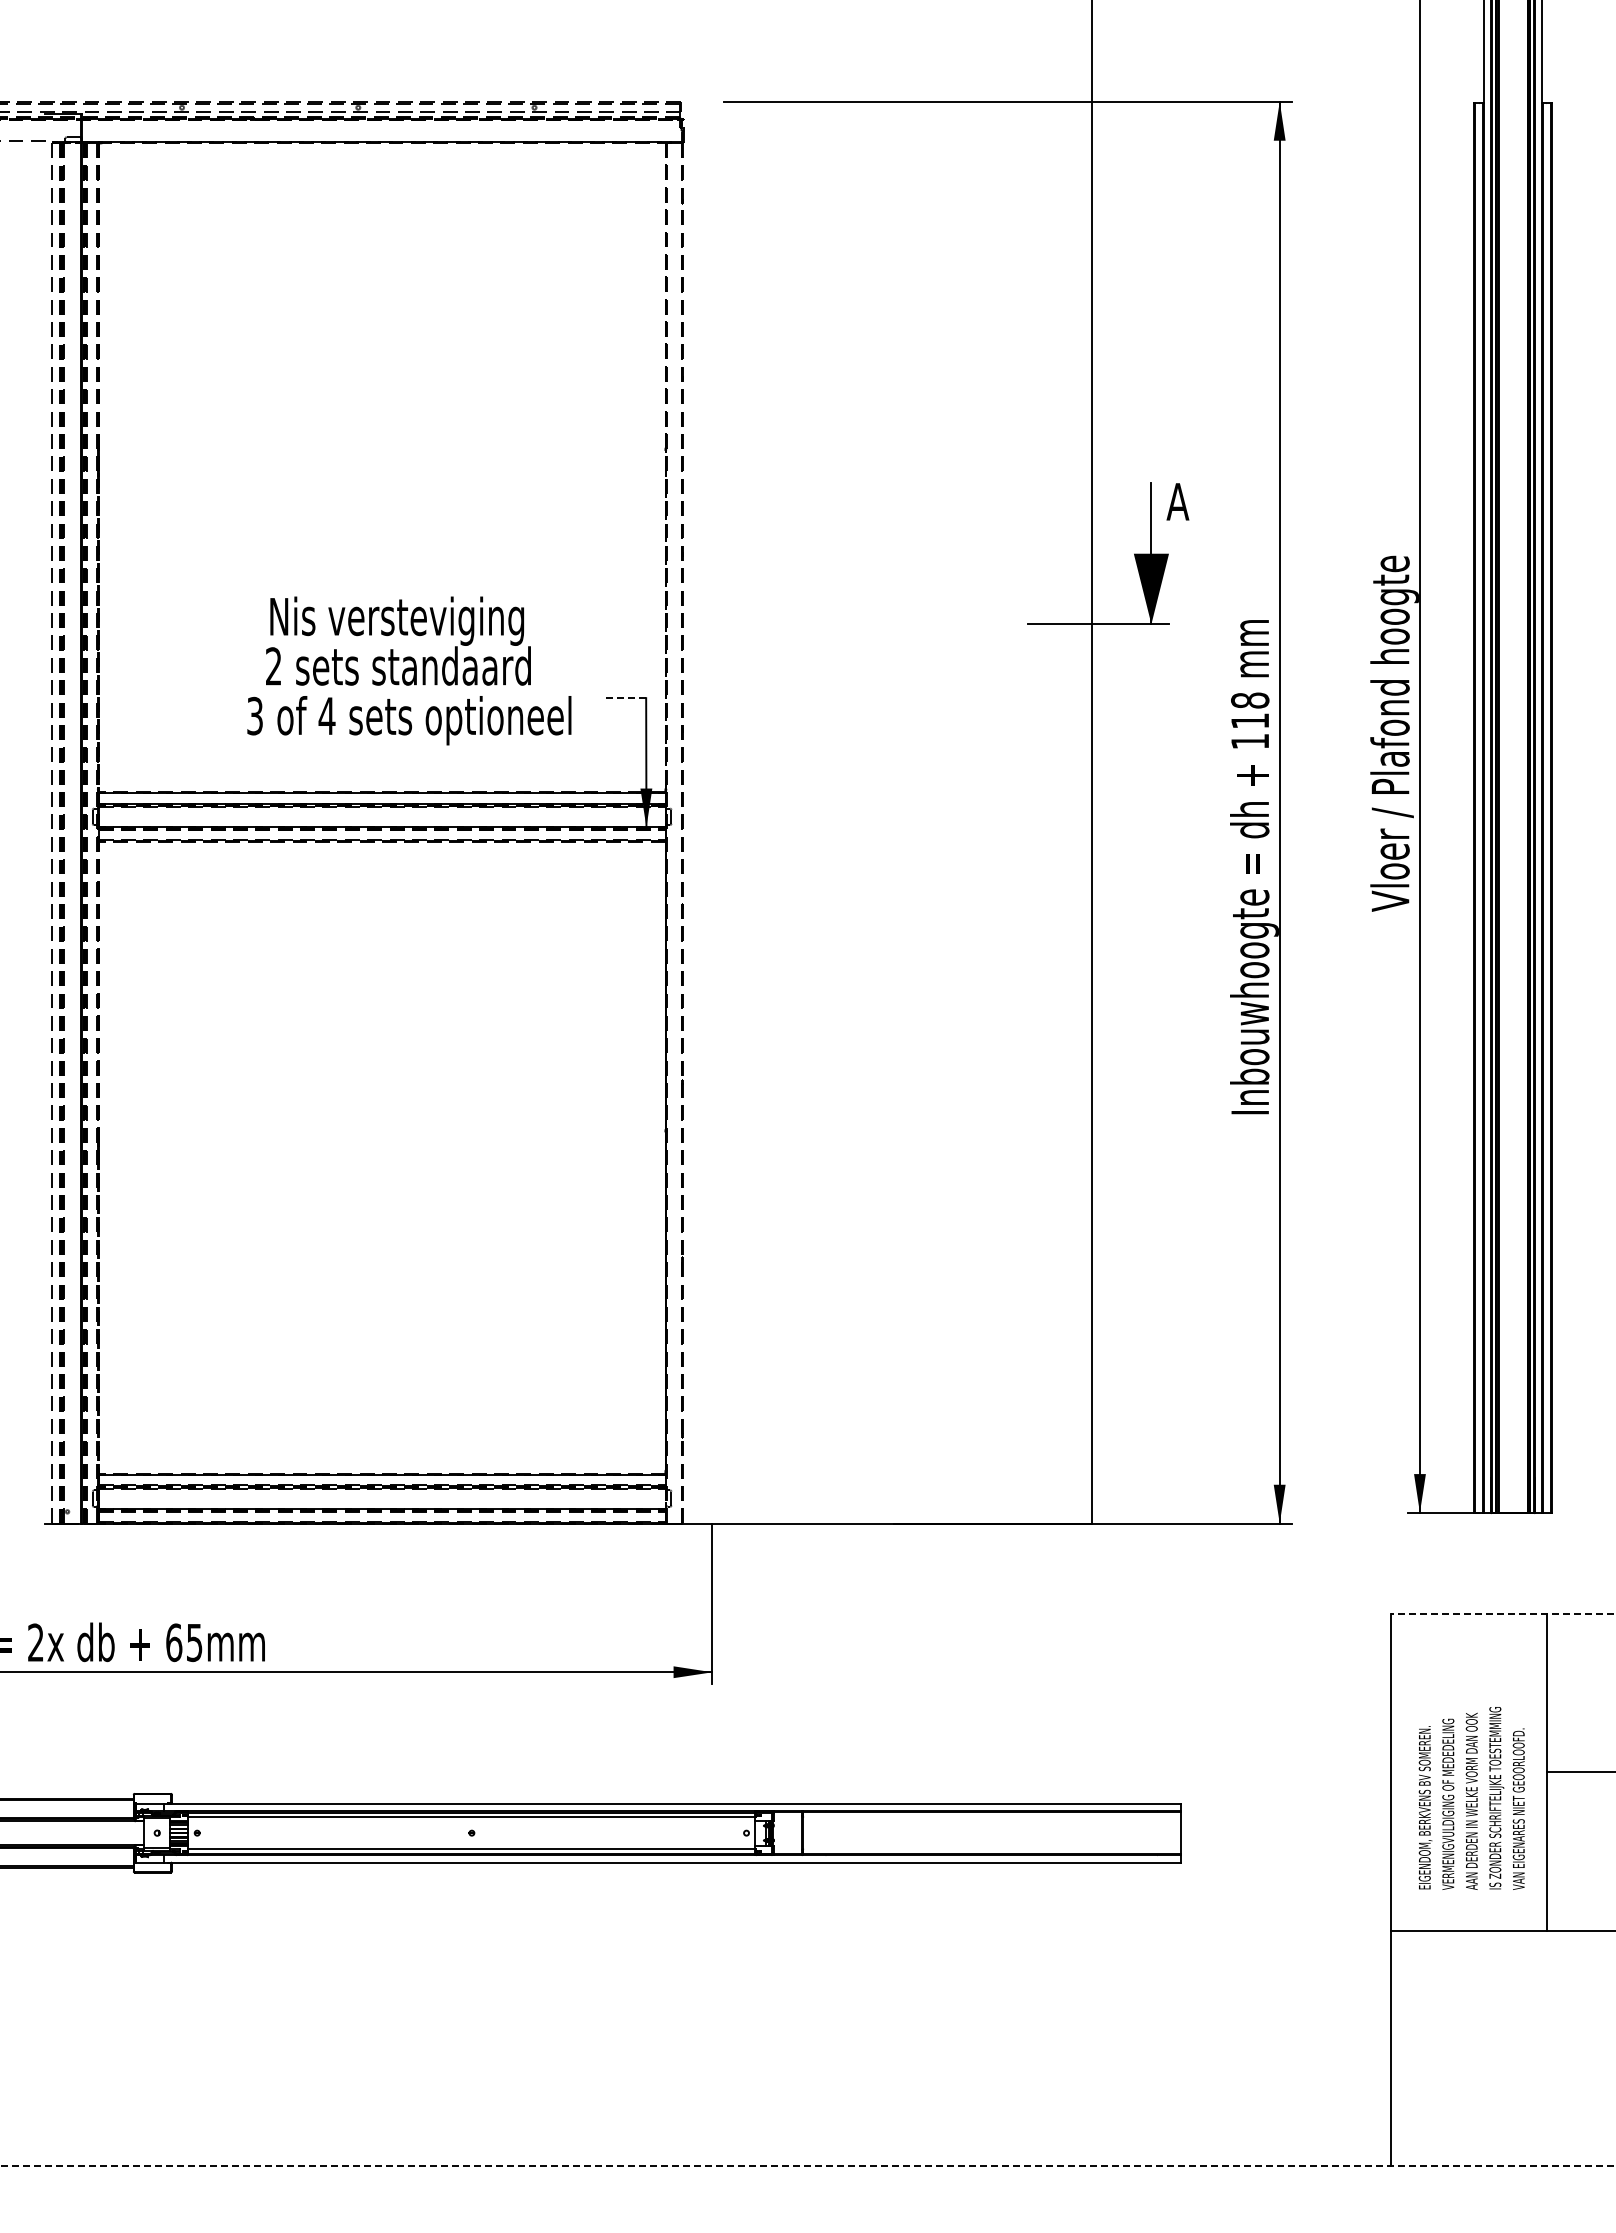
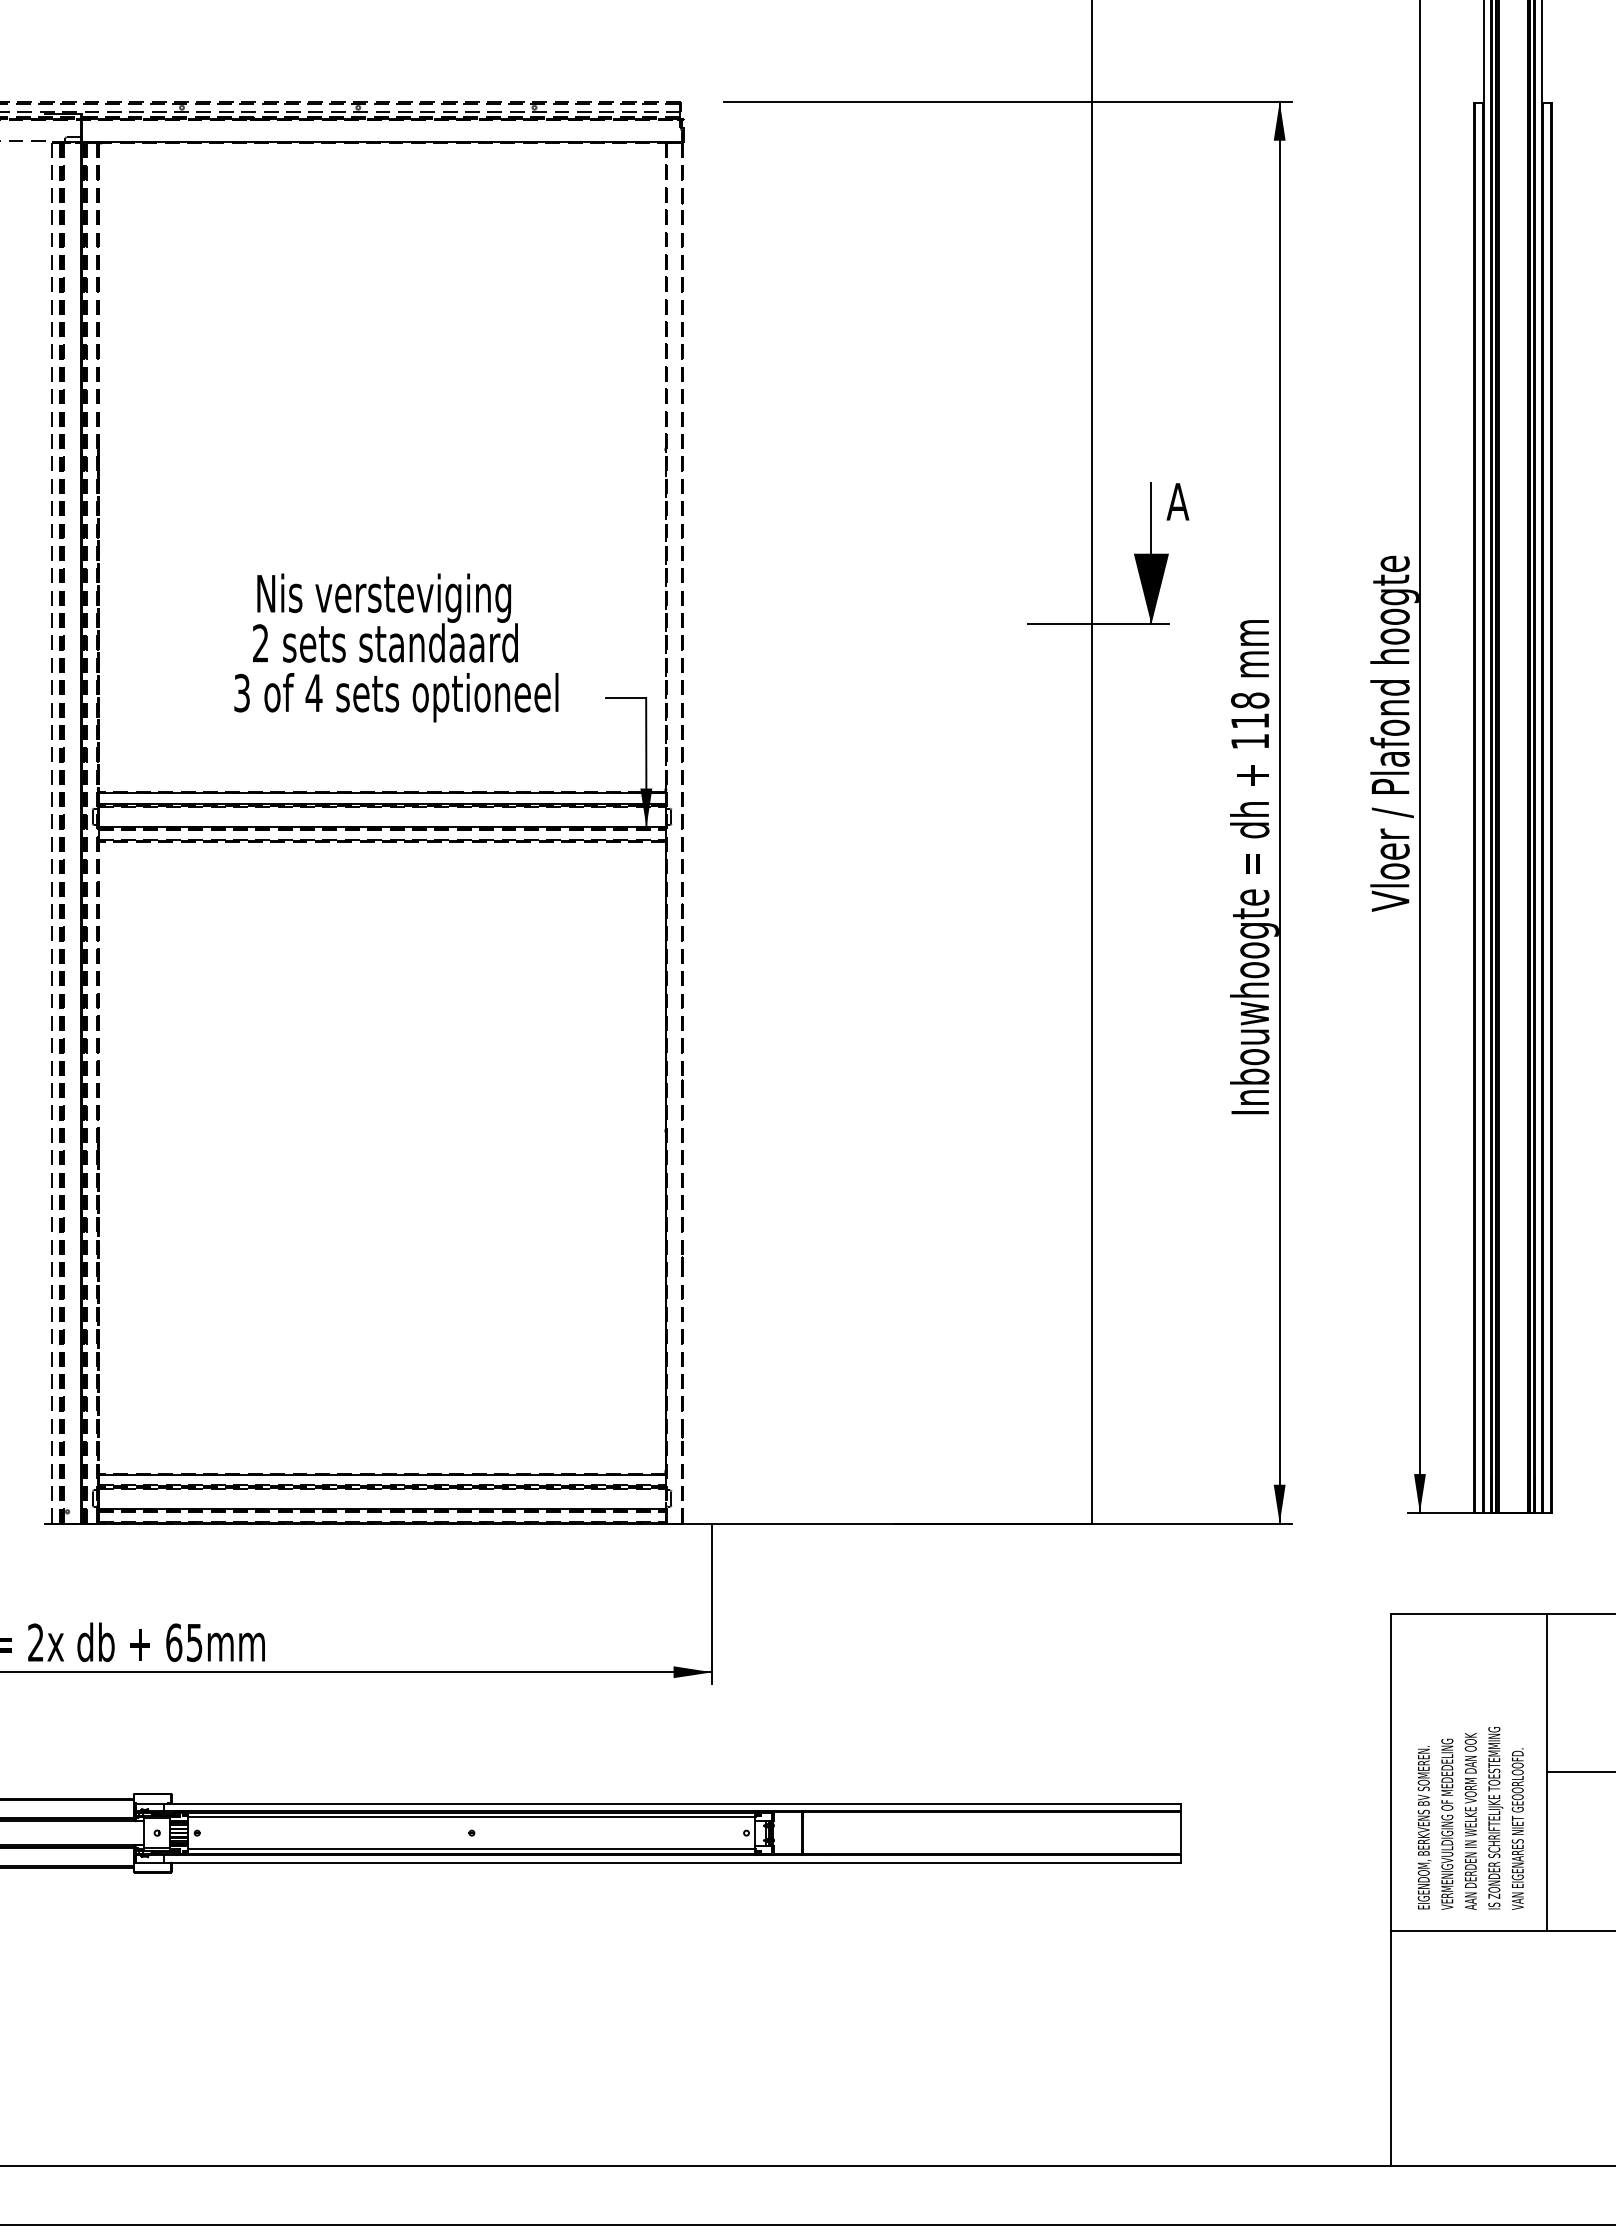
text at (409, 670) position: (409, 670) -> (396, 647)
line at (625, 698): dashed -> solid
line at (1502, 1613): dashed -> solid
text at (1471, 1798) position: (1471, 1798) -> (1470, 1818)
line at (807, 2166): dashed -> solid
line at (807, 2224): none -> present
